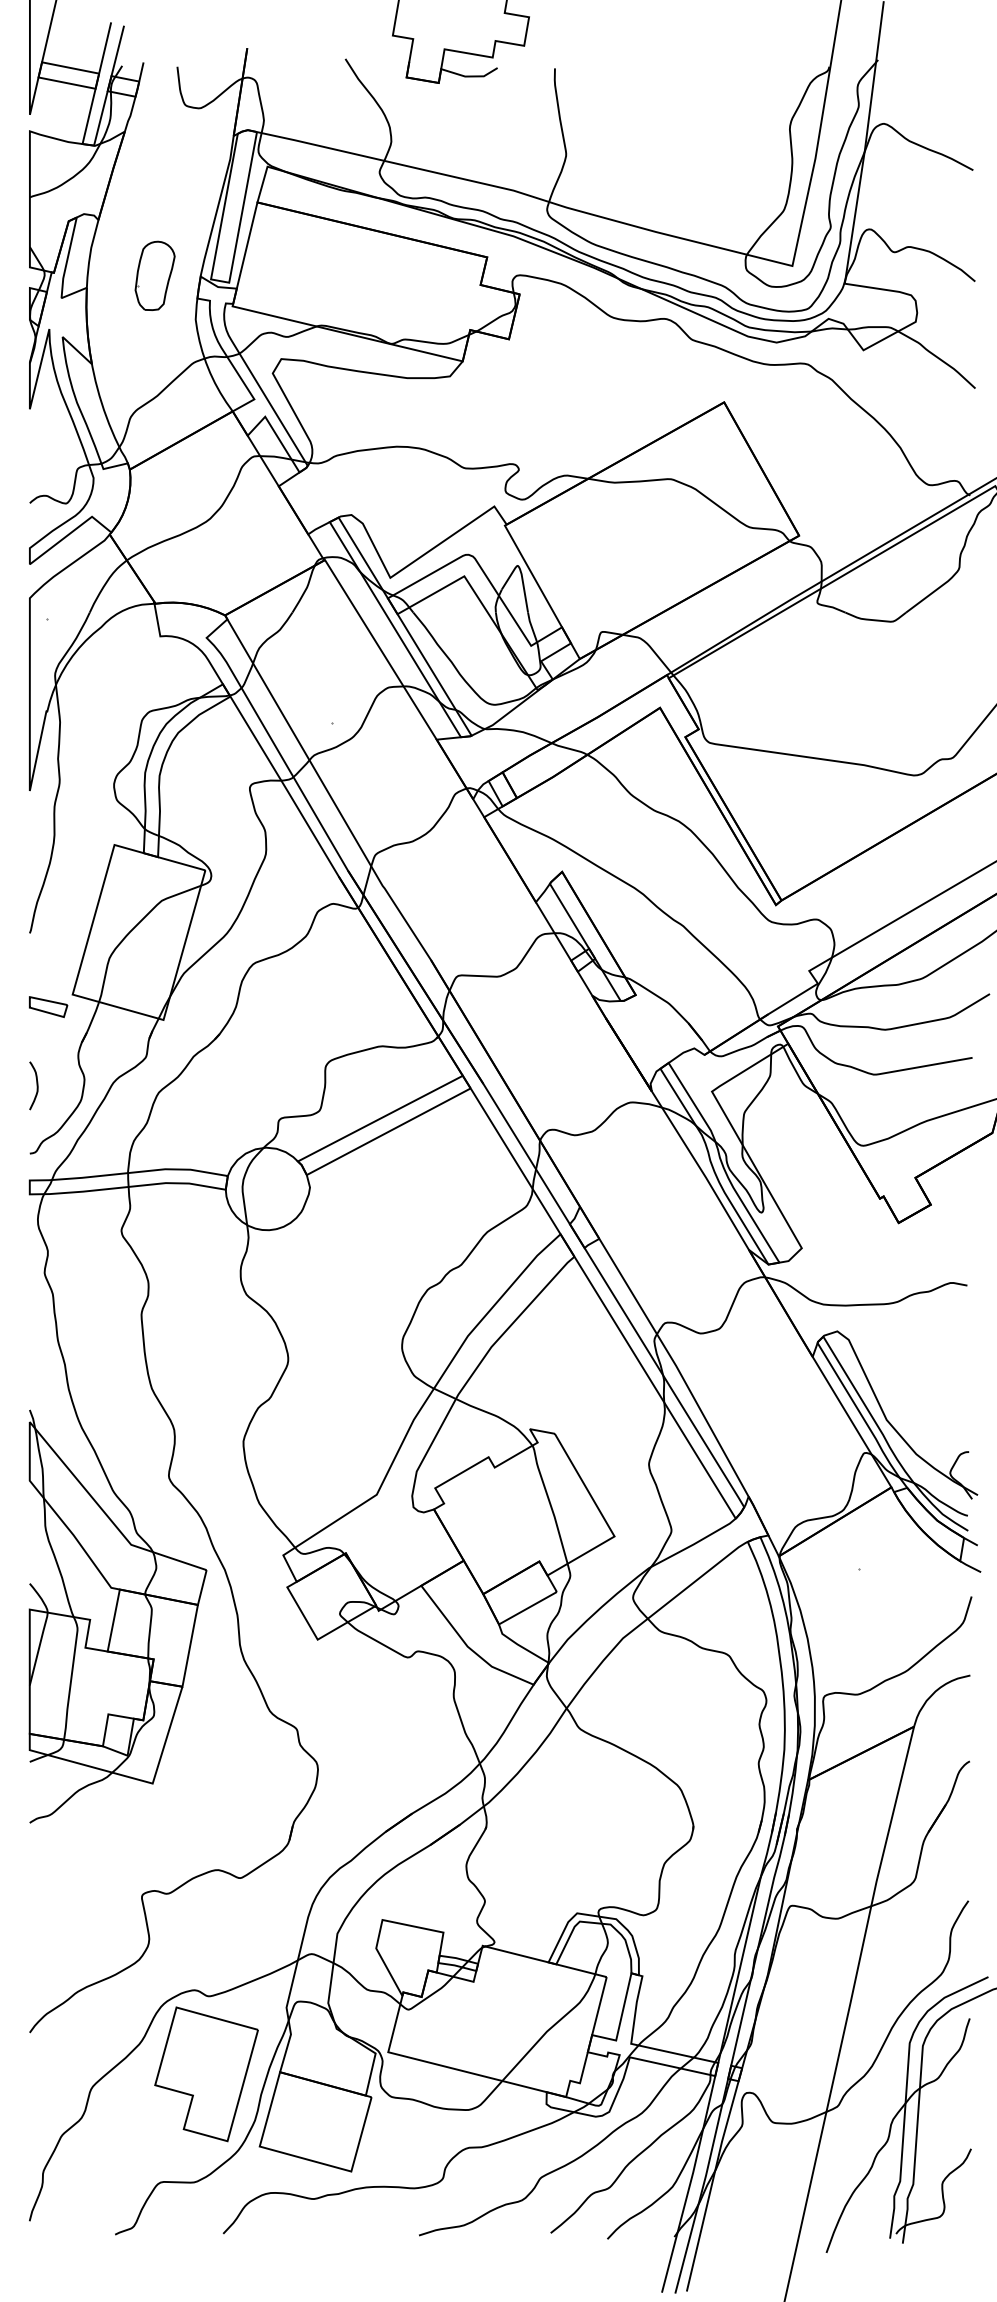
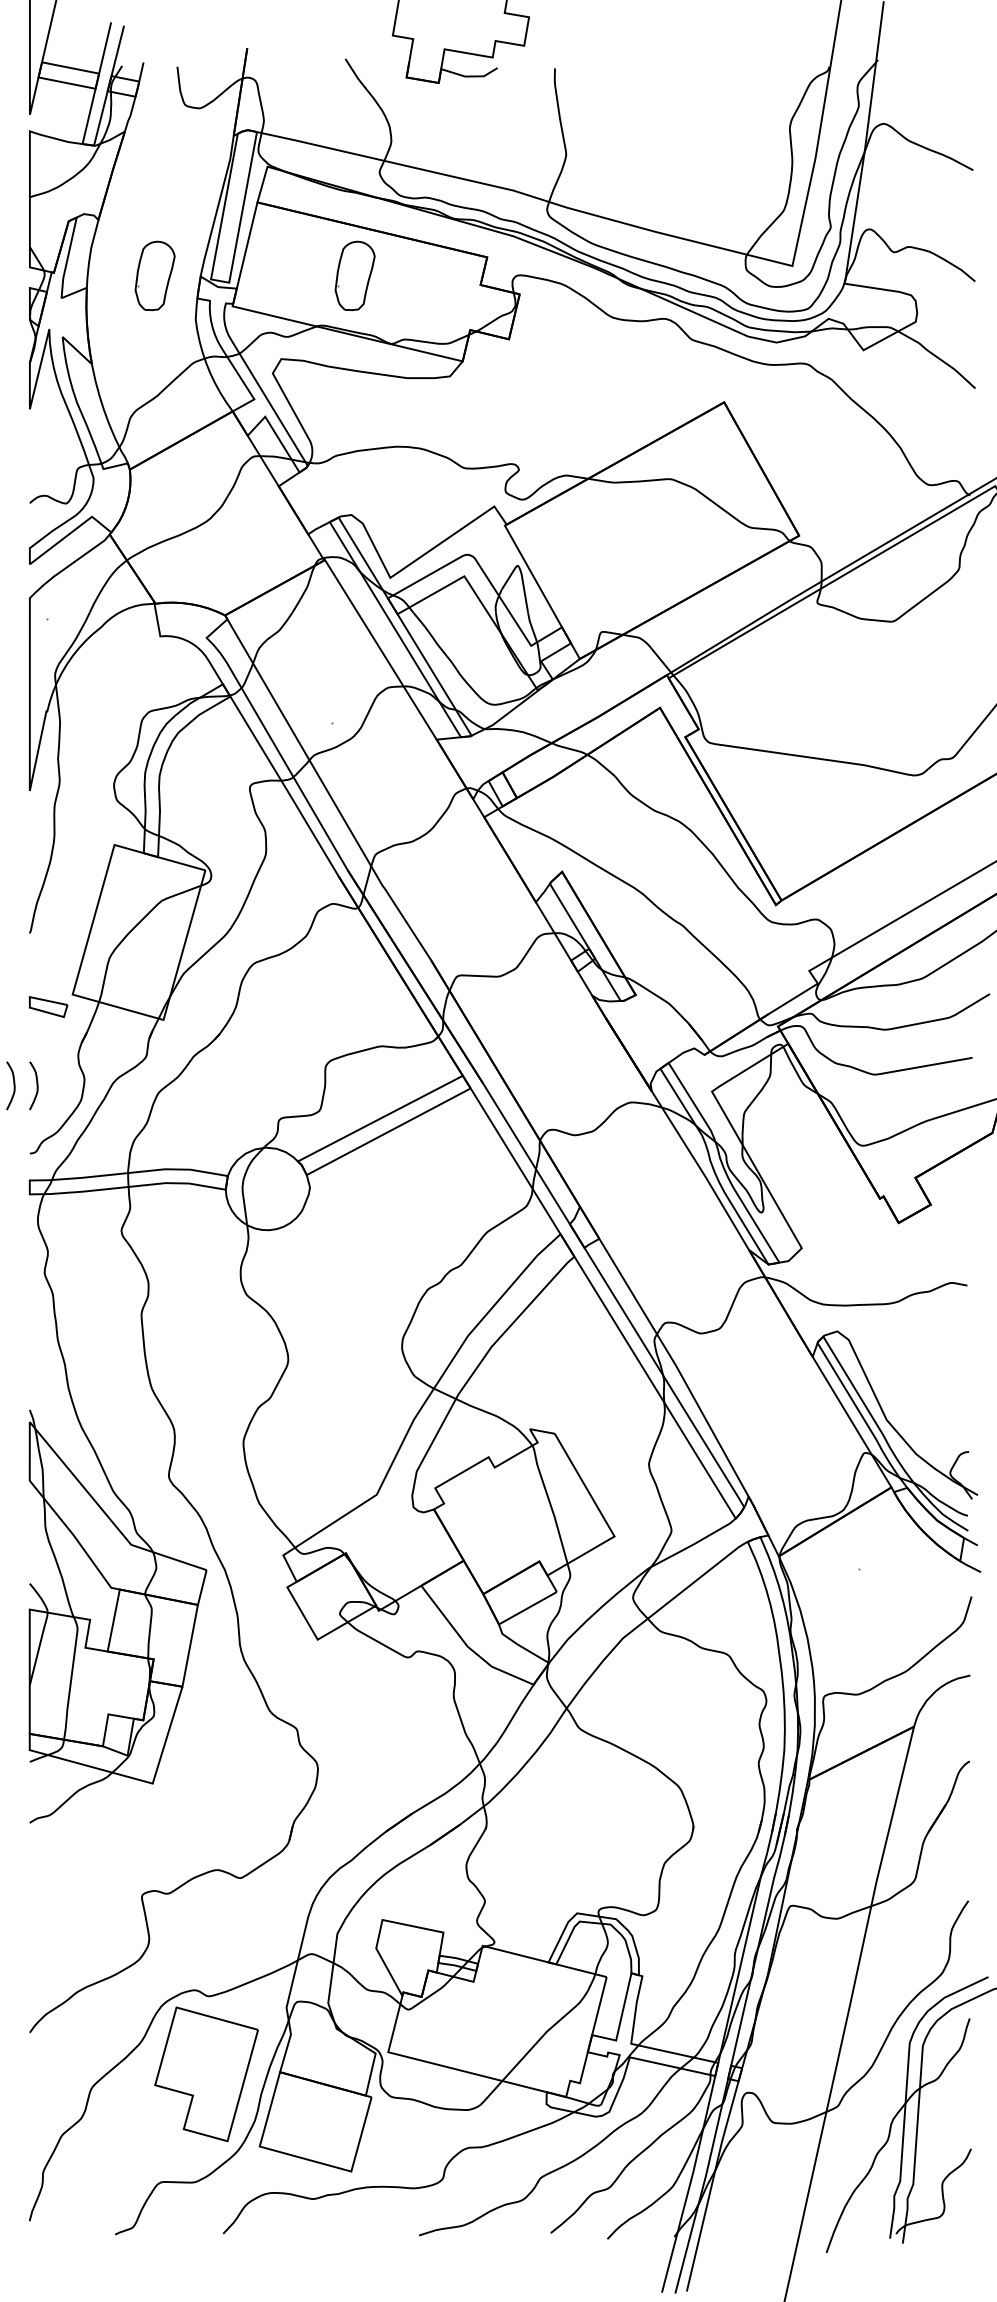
part at (354, 275): none -> present
curve at (13, 1085): none -> present
